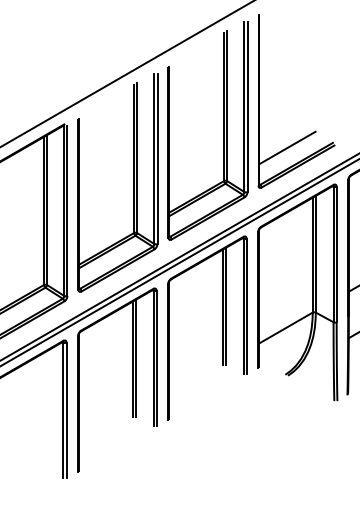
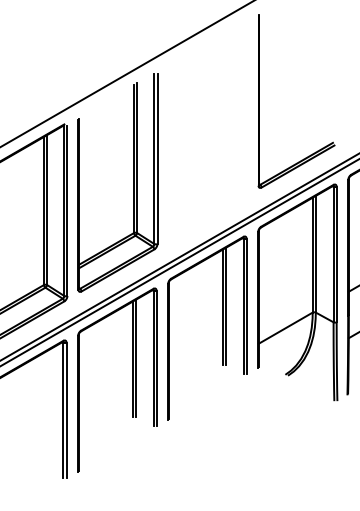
part at (223, 130): present -> none
line at (287, 147): present -> none
